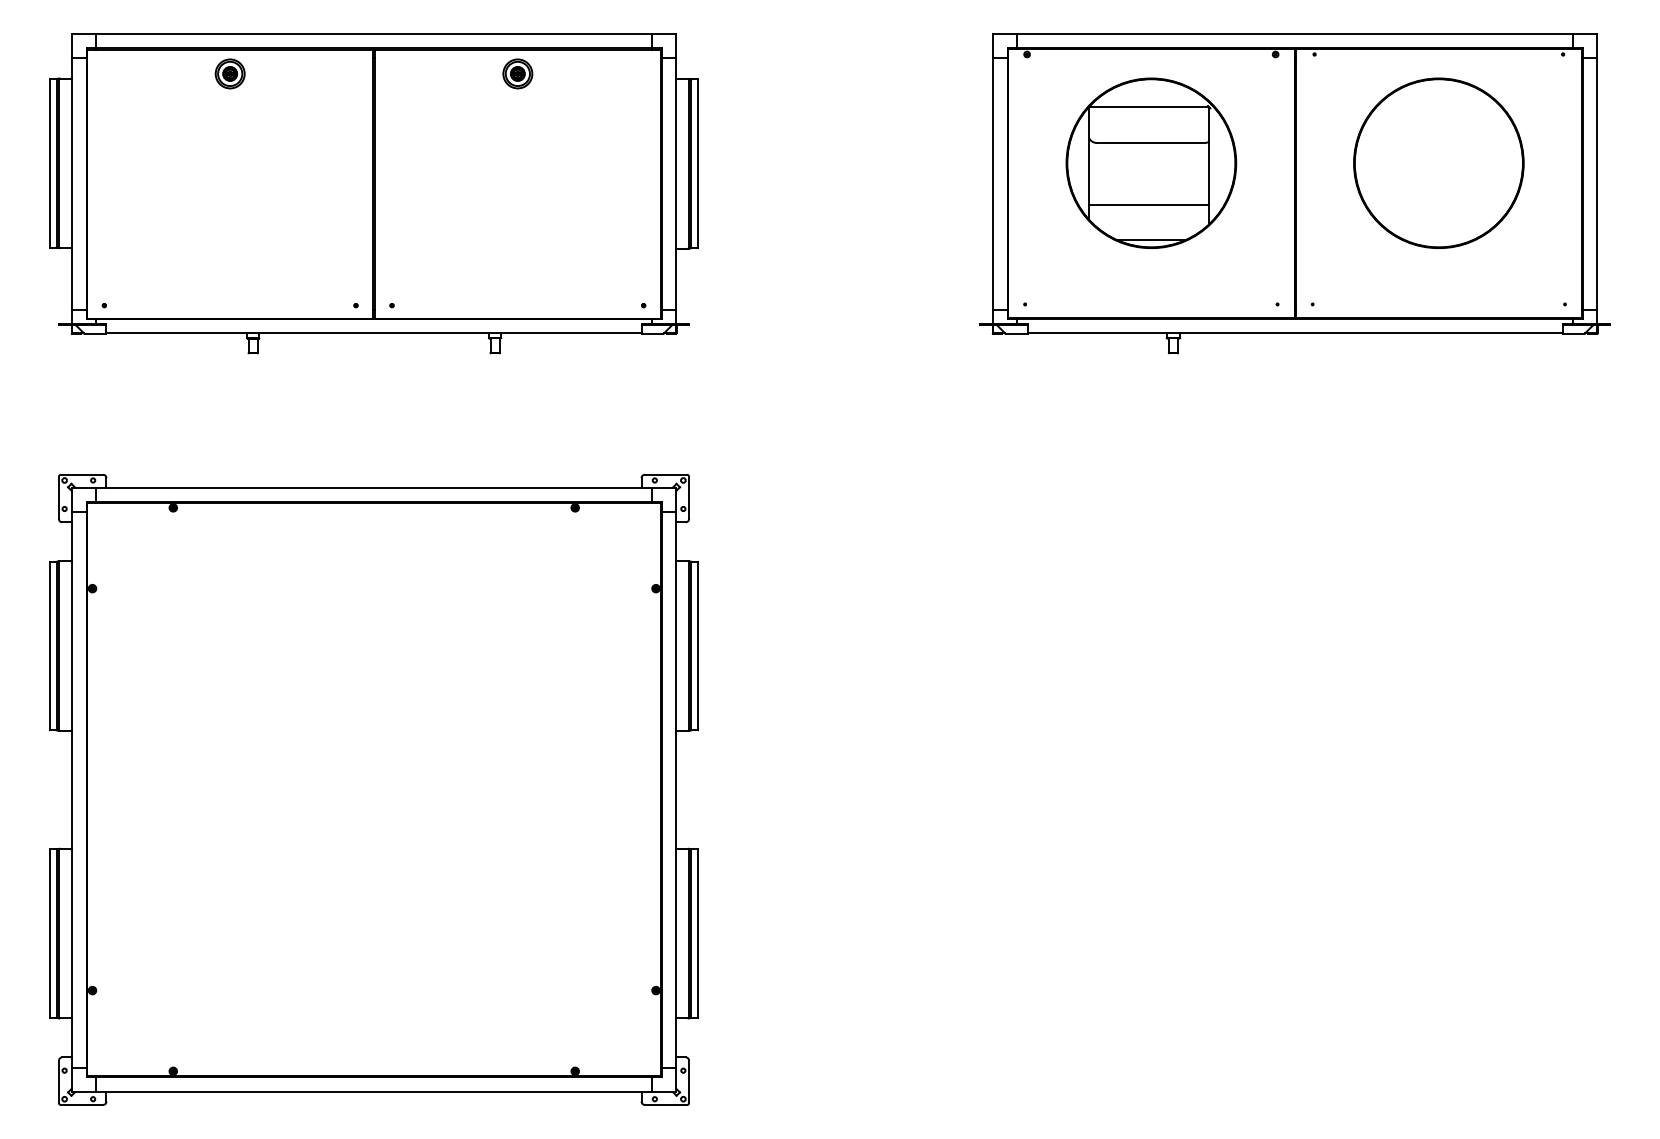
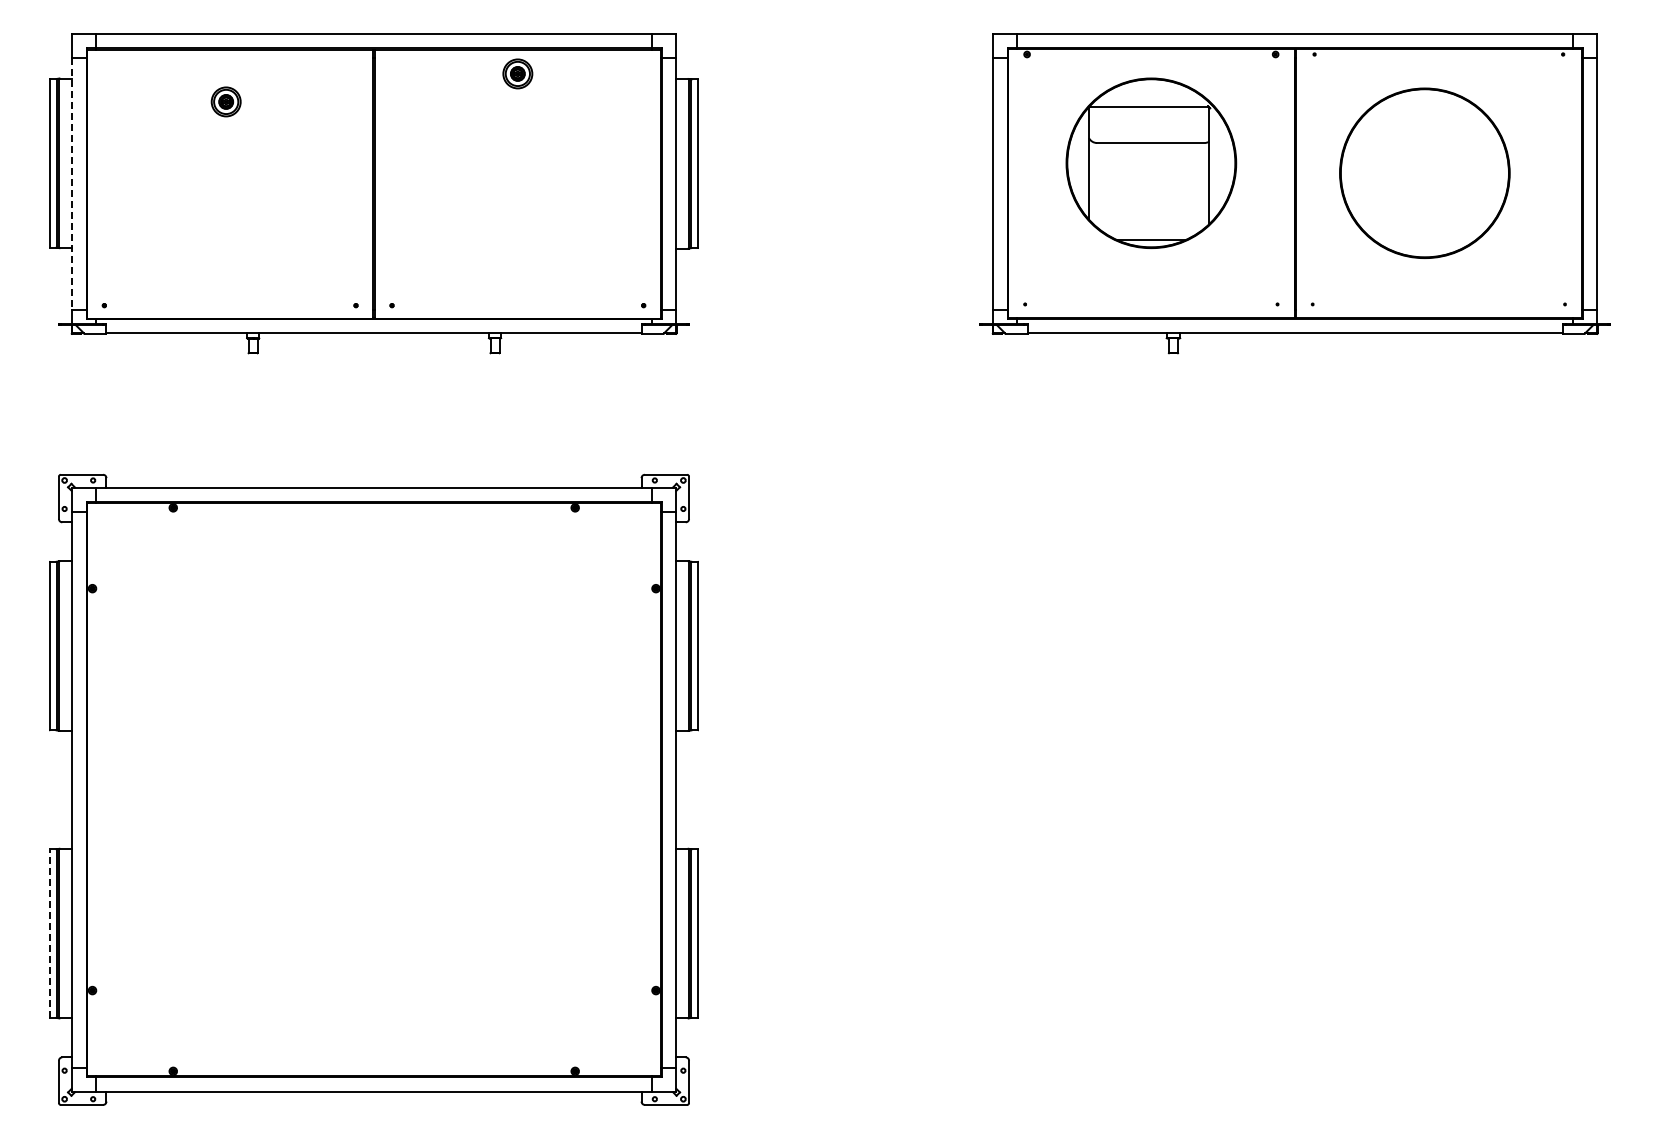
part at (229, 73) position: (229, 73) -> (225, 101)
circle at (1438, 162) position: (1438, 162) -> (1424, 172)
line at (72, 183): solid -> dashed
line at (1148, 205): present -> none
line at (49, 933): solid -> dashed
